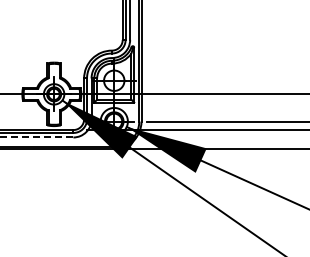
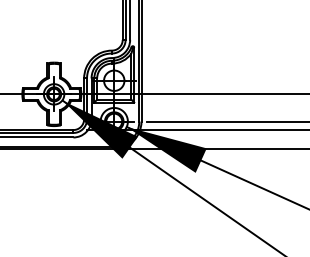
line at (36, 137): dashed -> solid
